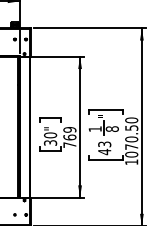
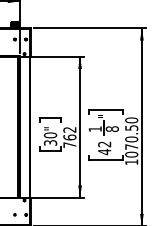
text at (69, 129): 769 -> 762
text at (104, 144): 43 -> 42
